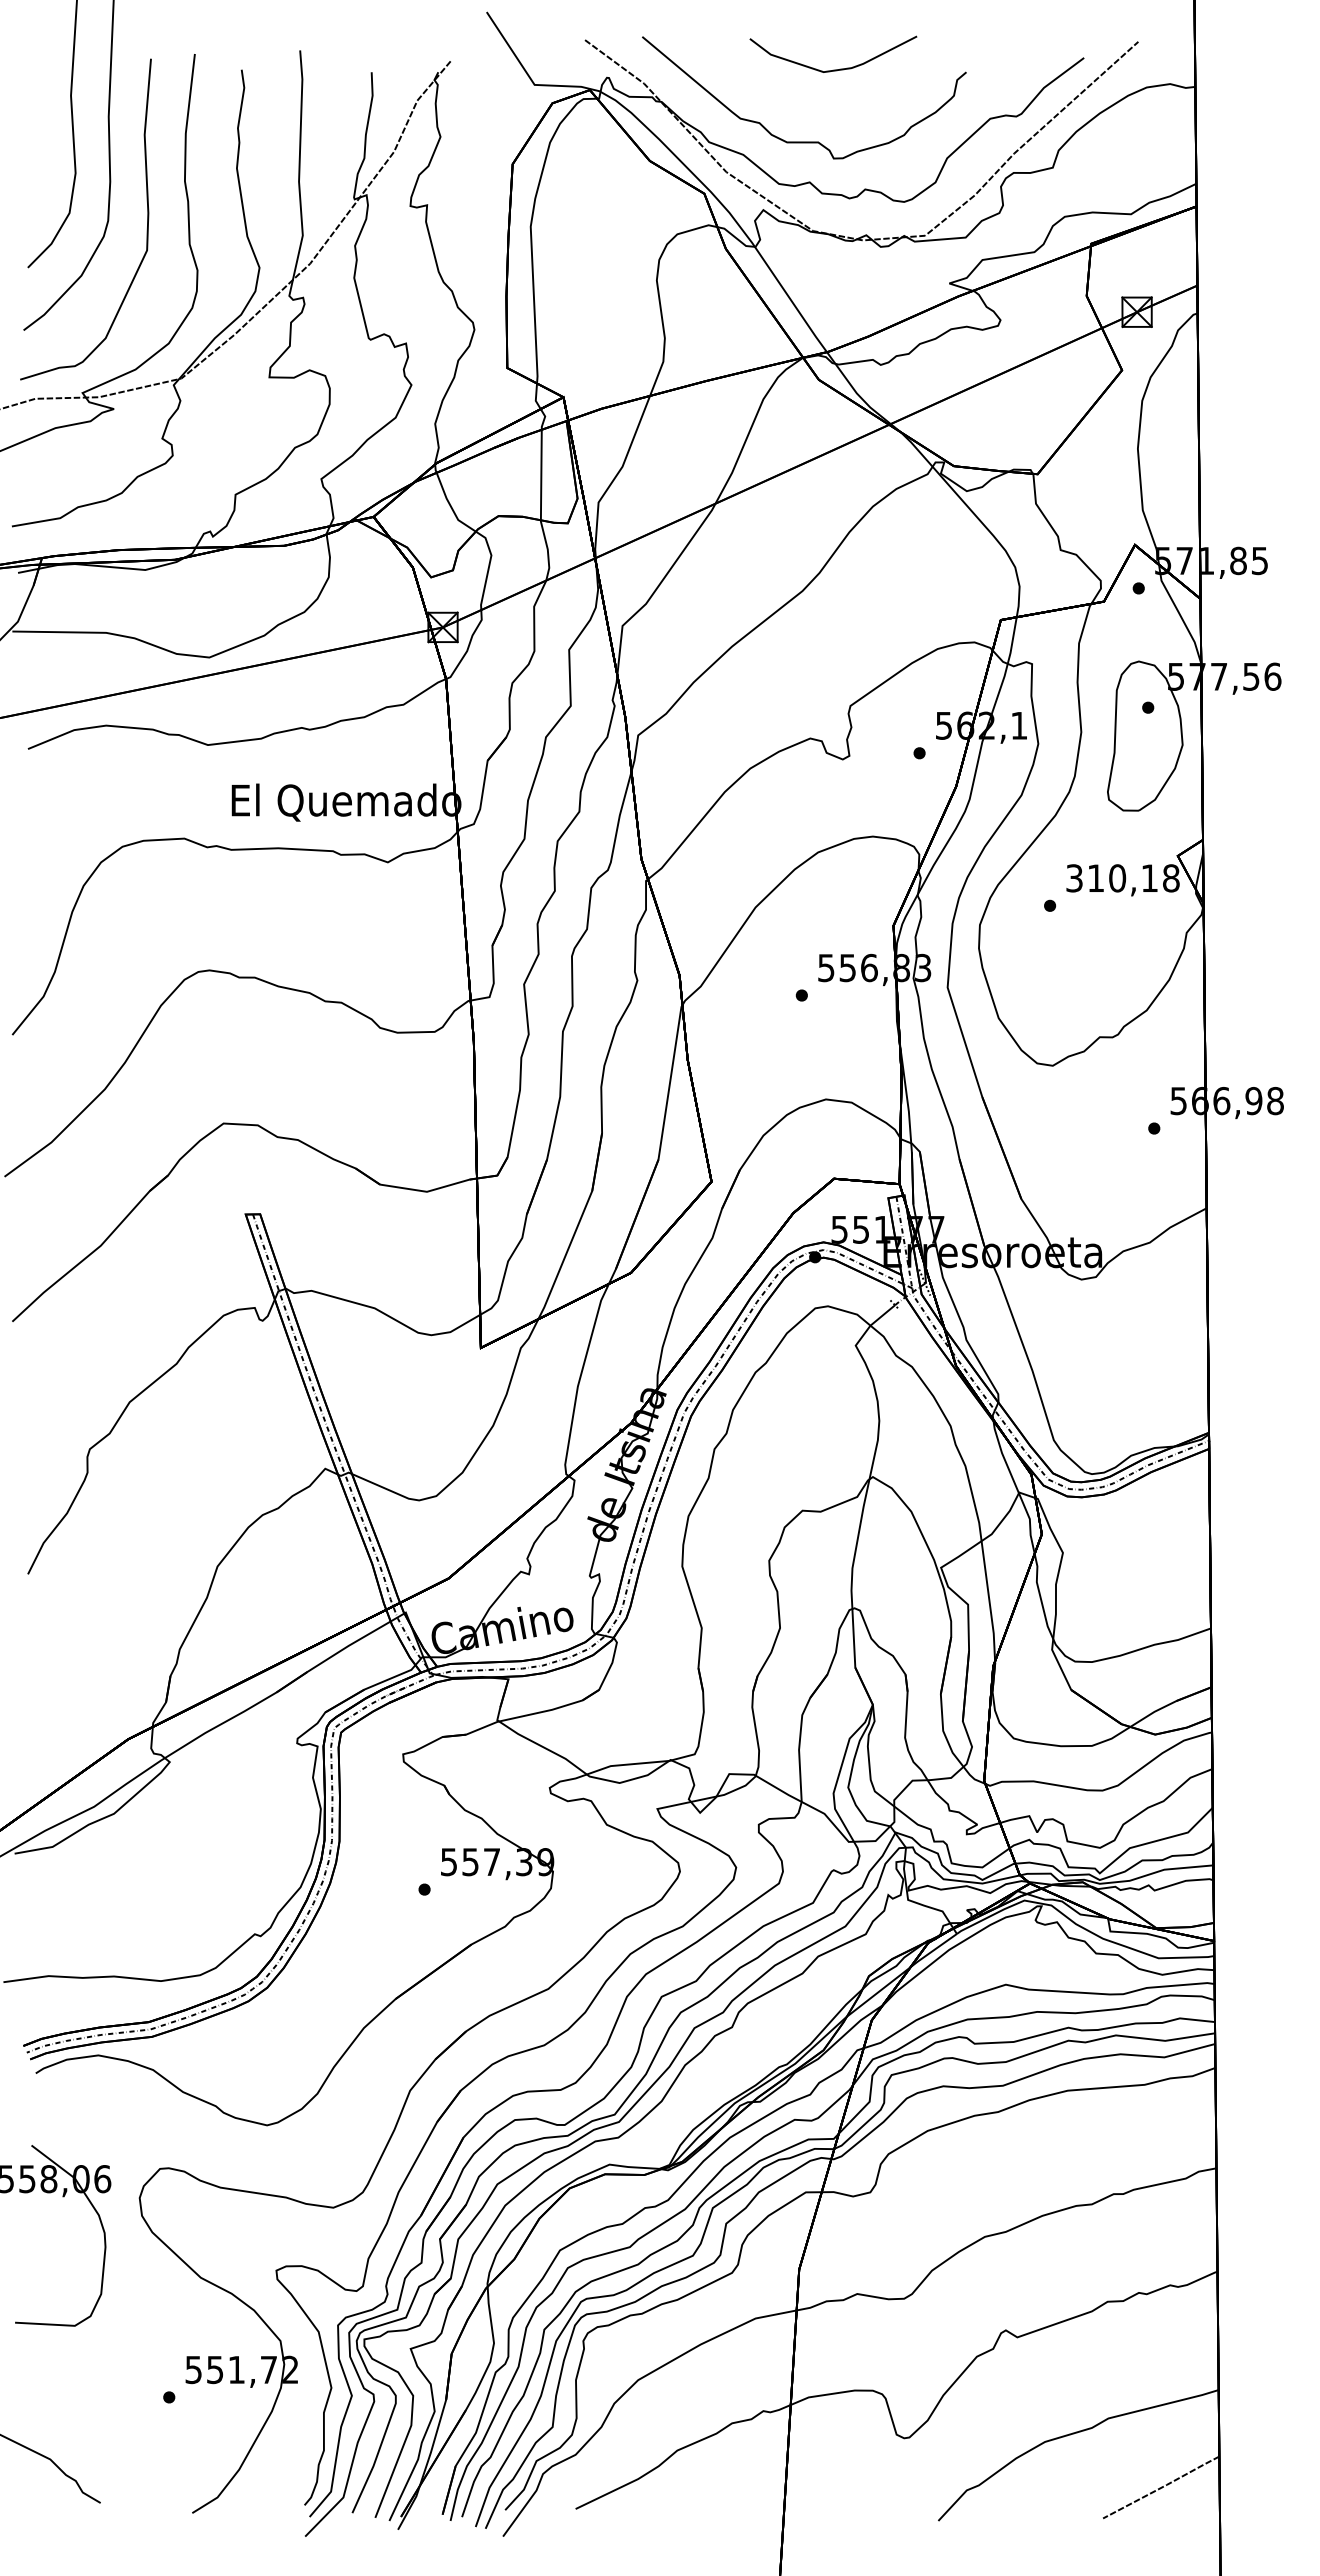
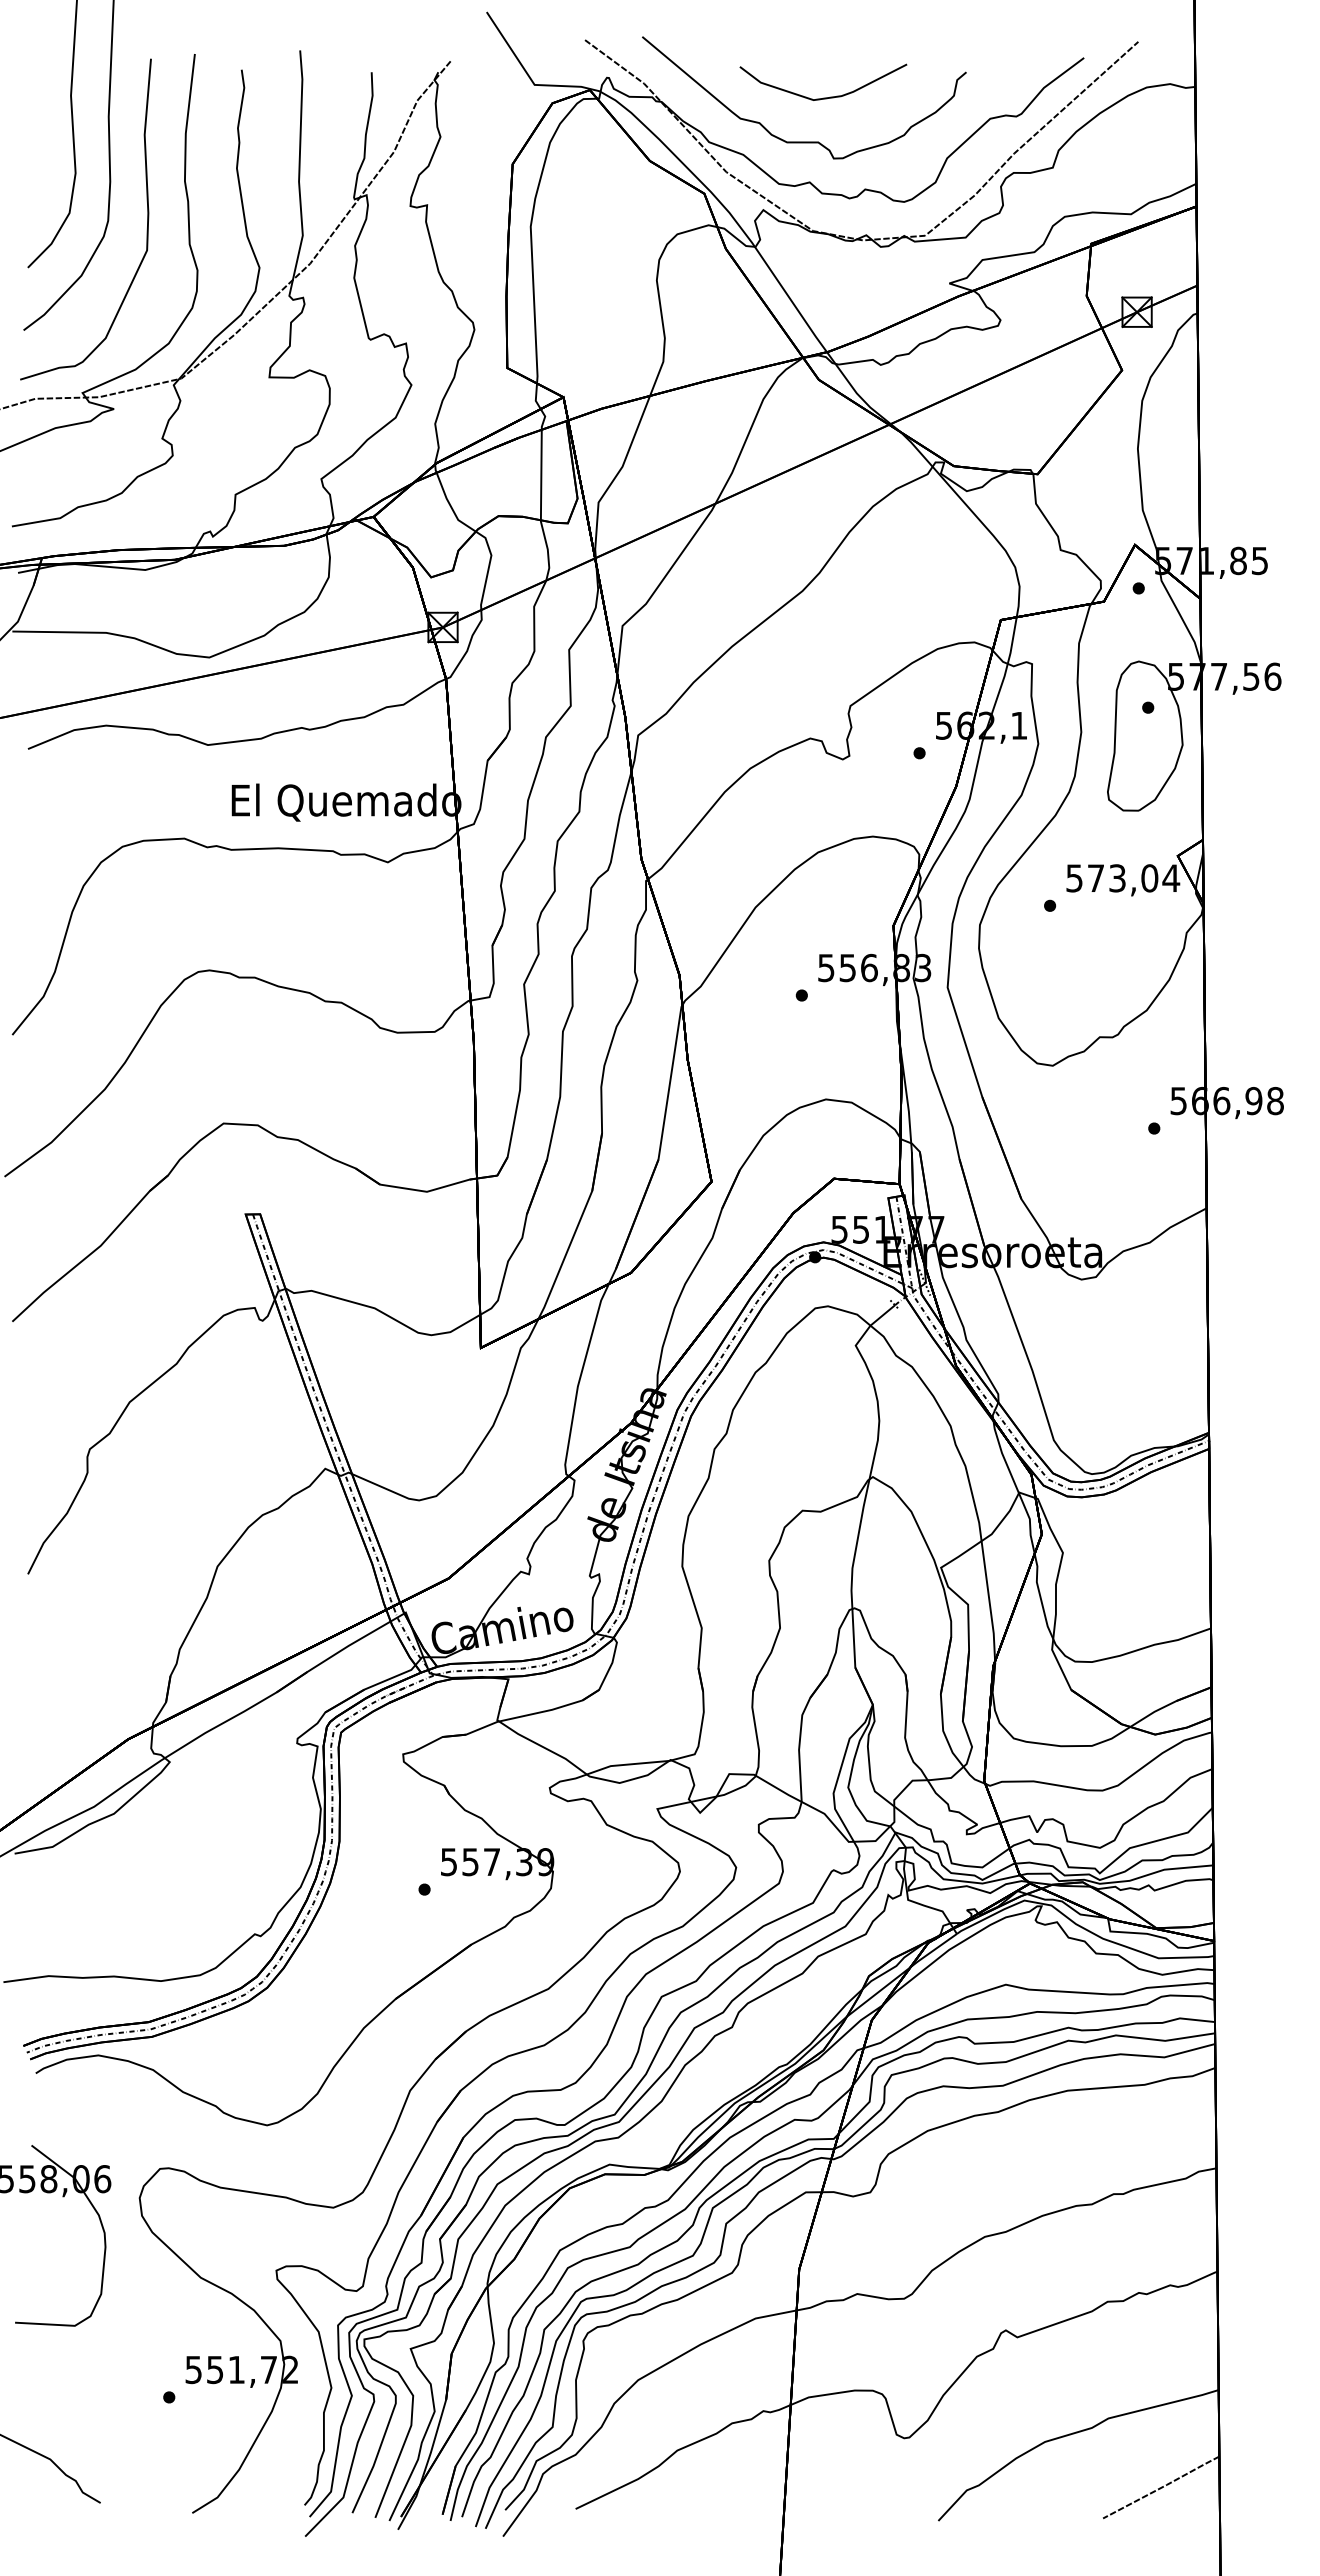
curve at (833, 69) position: (833, 69) -> (823, 97)
text at (1123, 878): 310,18 -> 573,04
